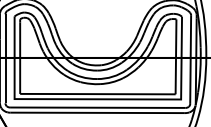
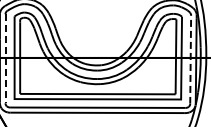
line at (5, 58): solid -> dashed
line at (190, 59): solid -> dashed
